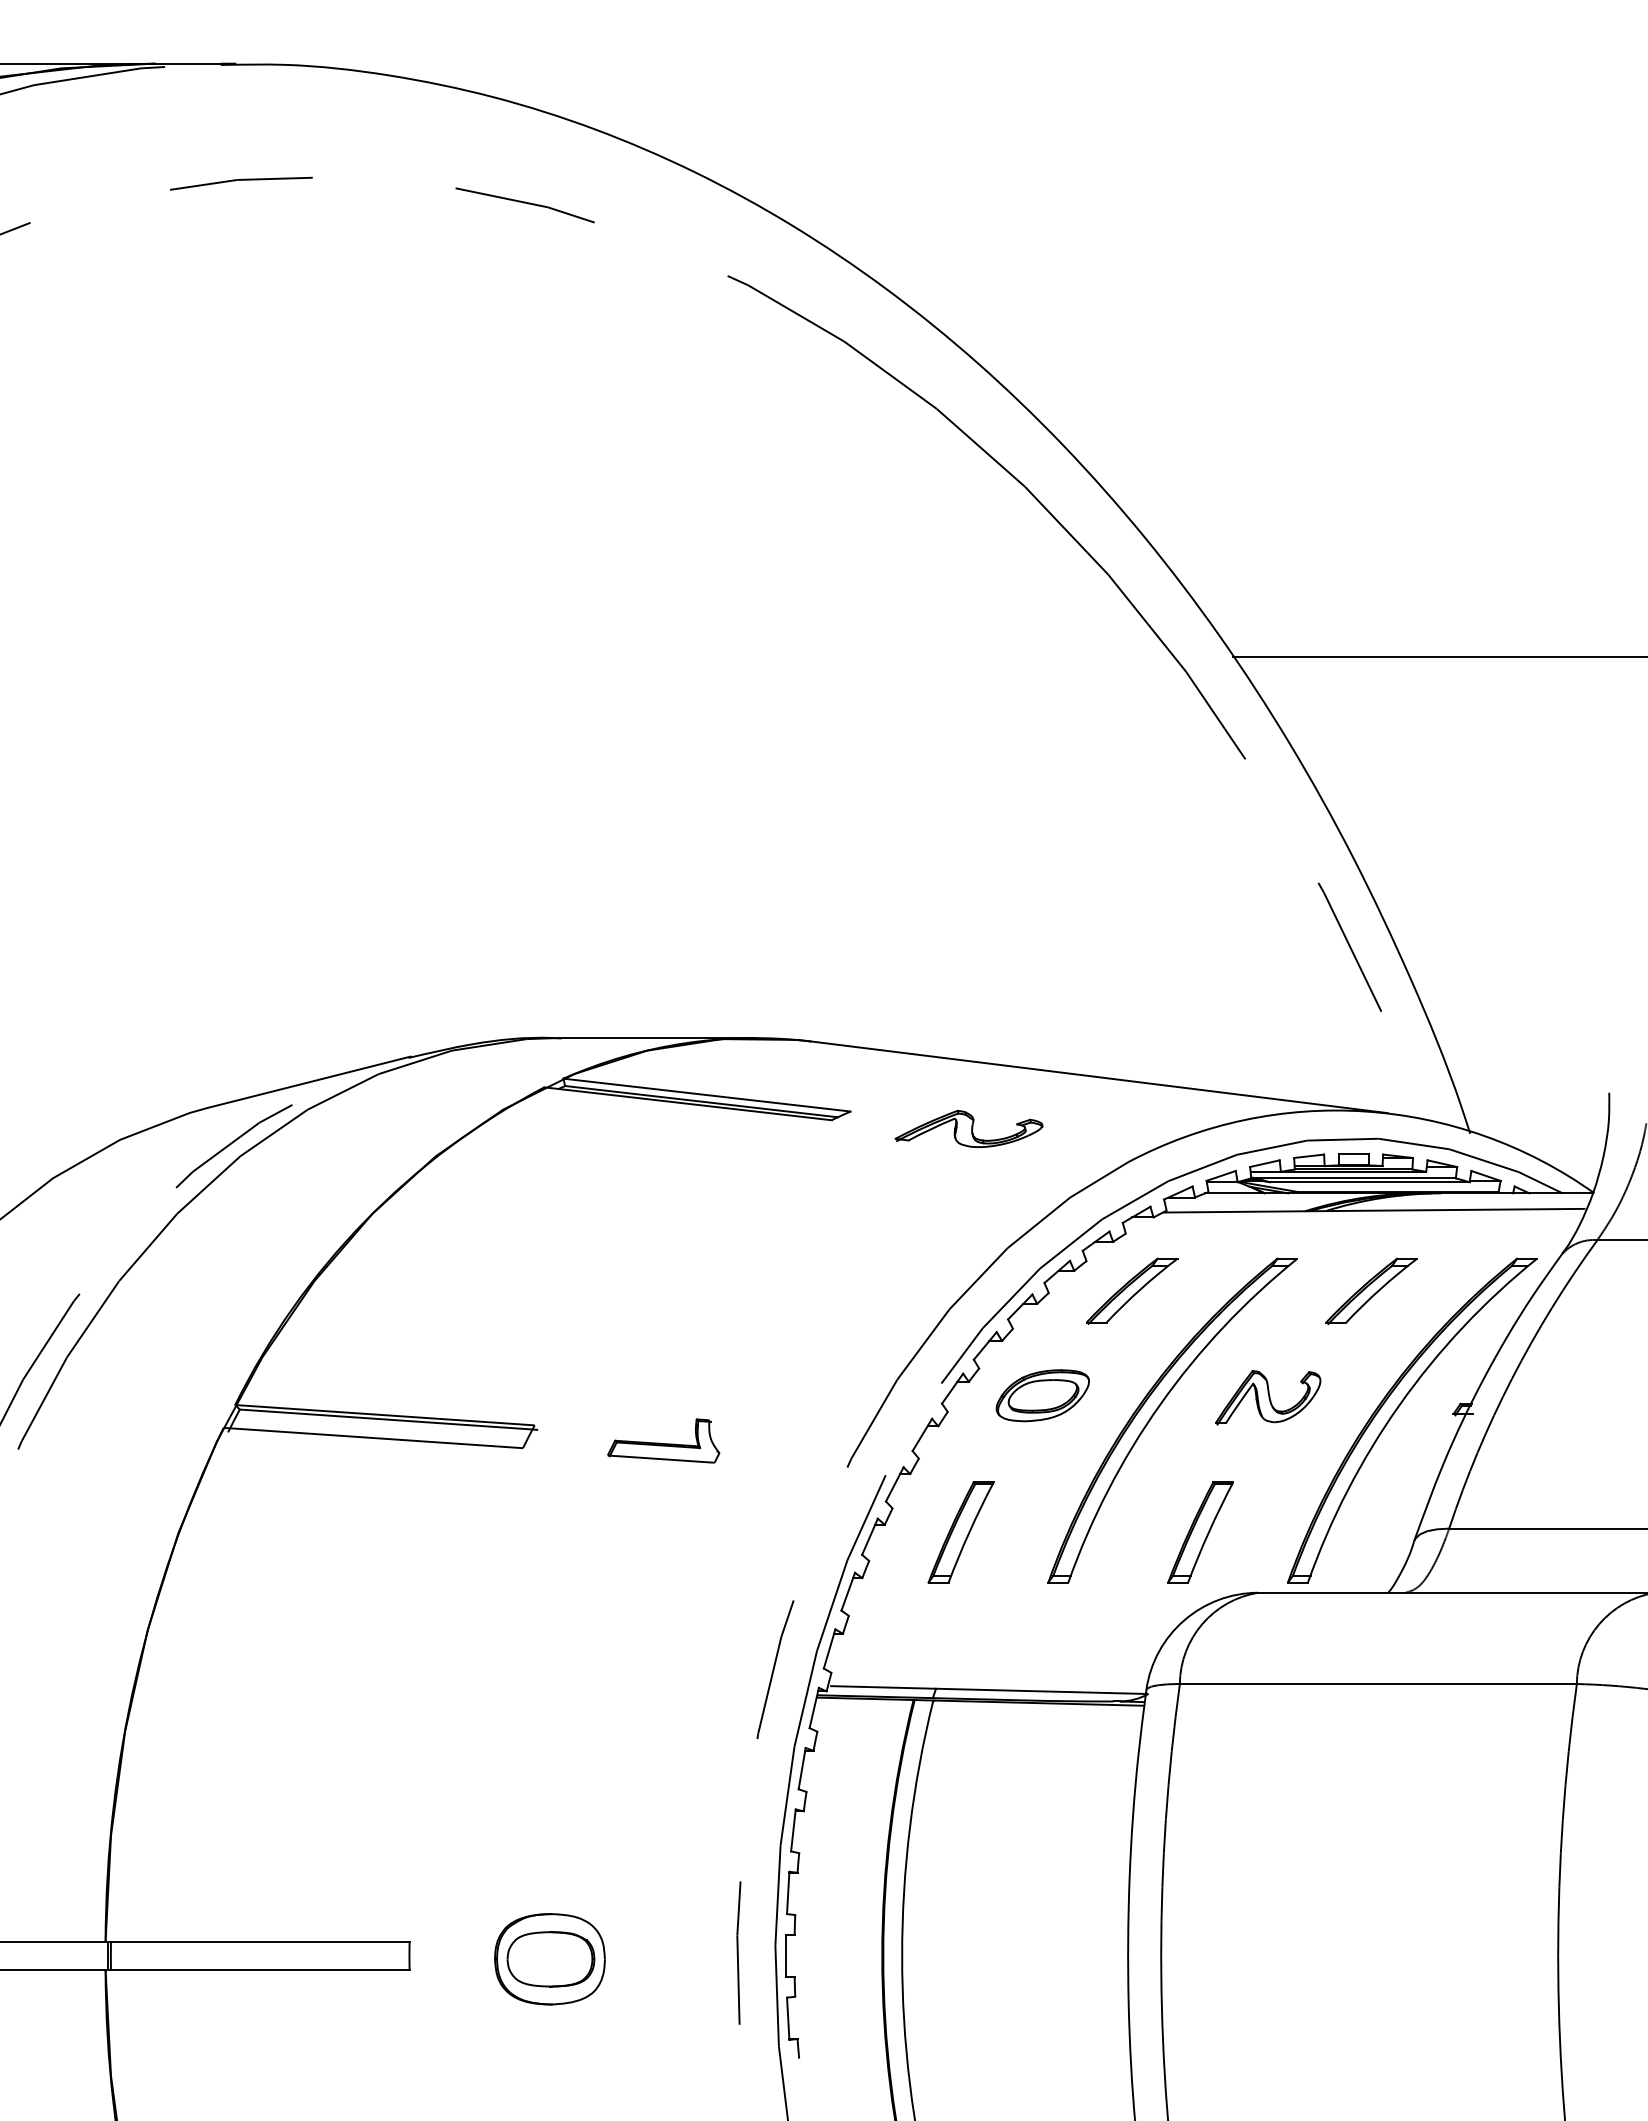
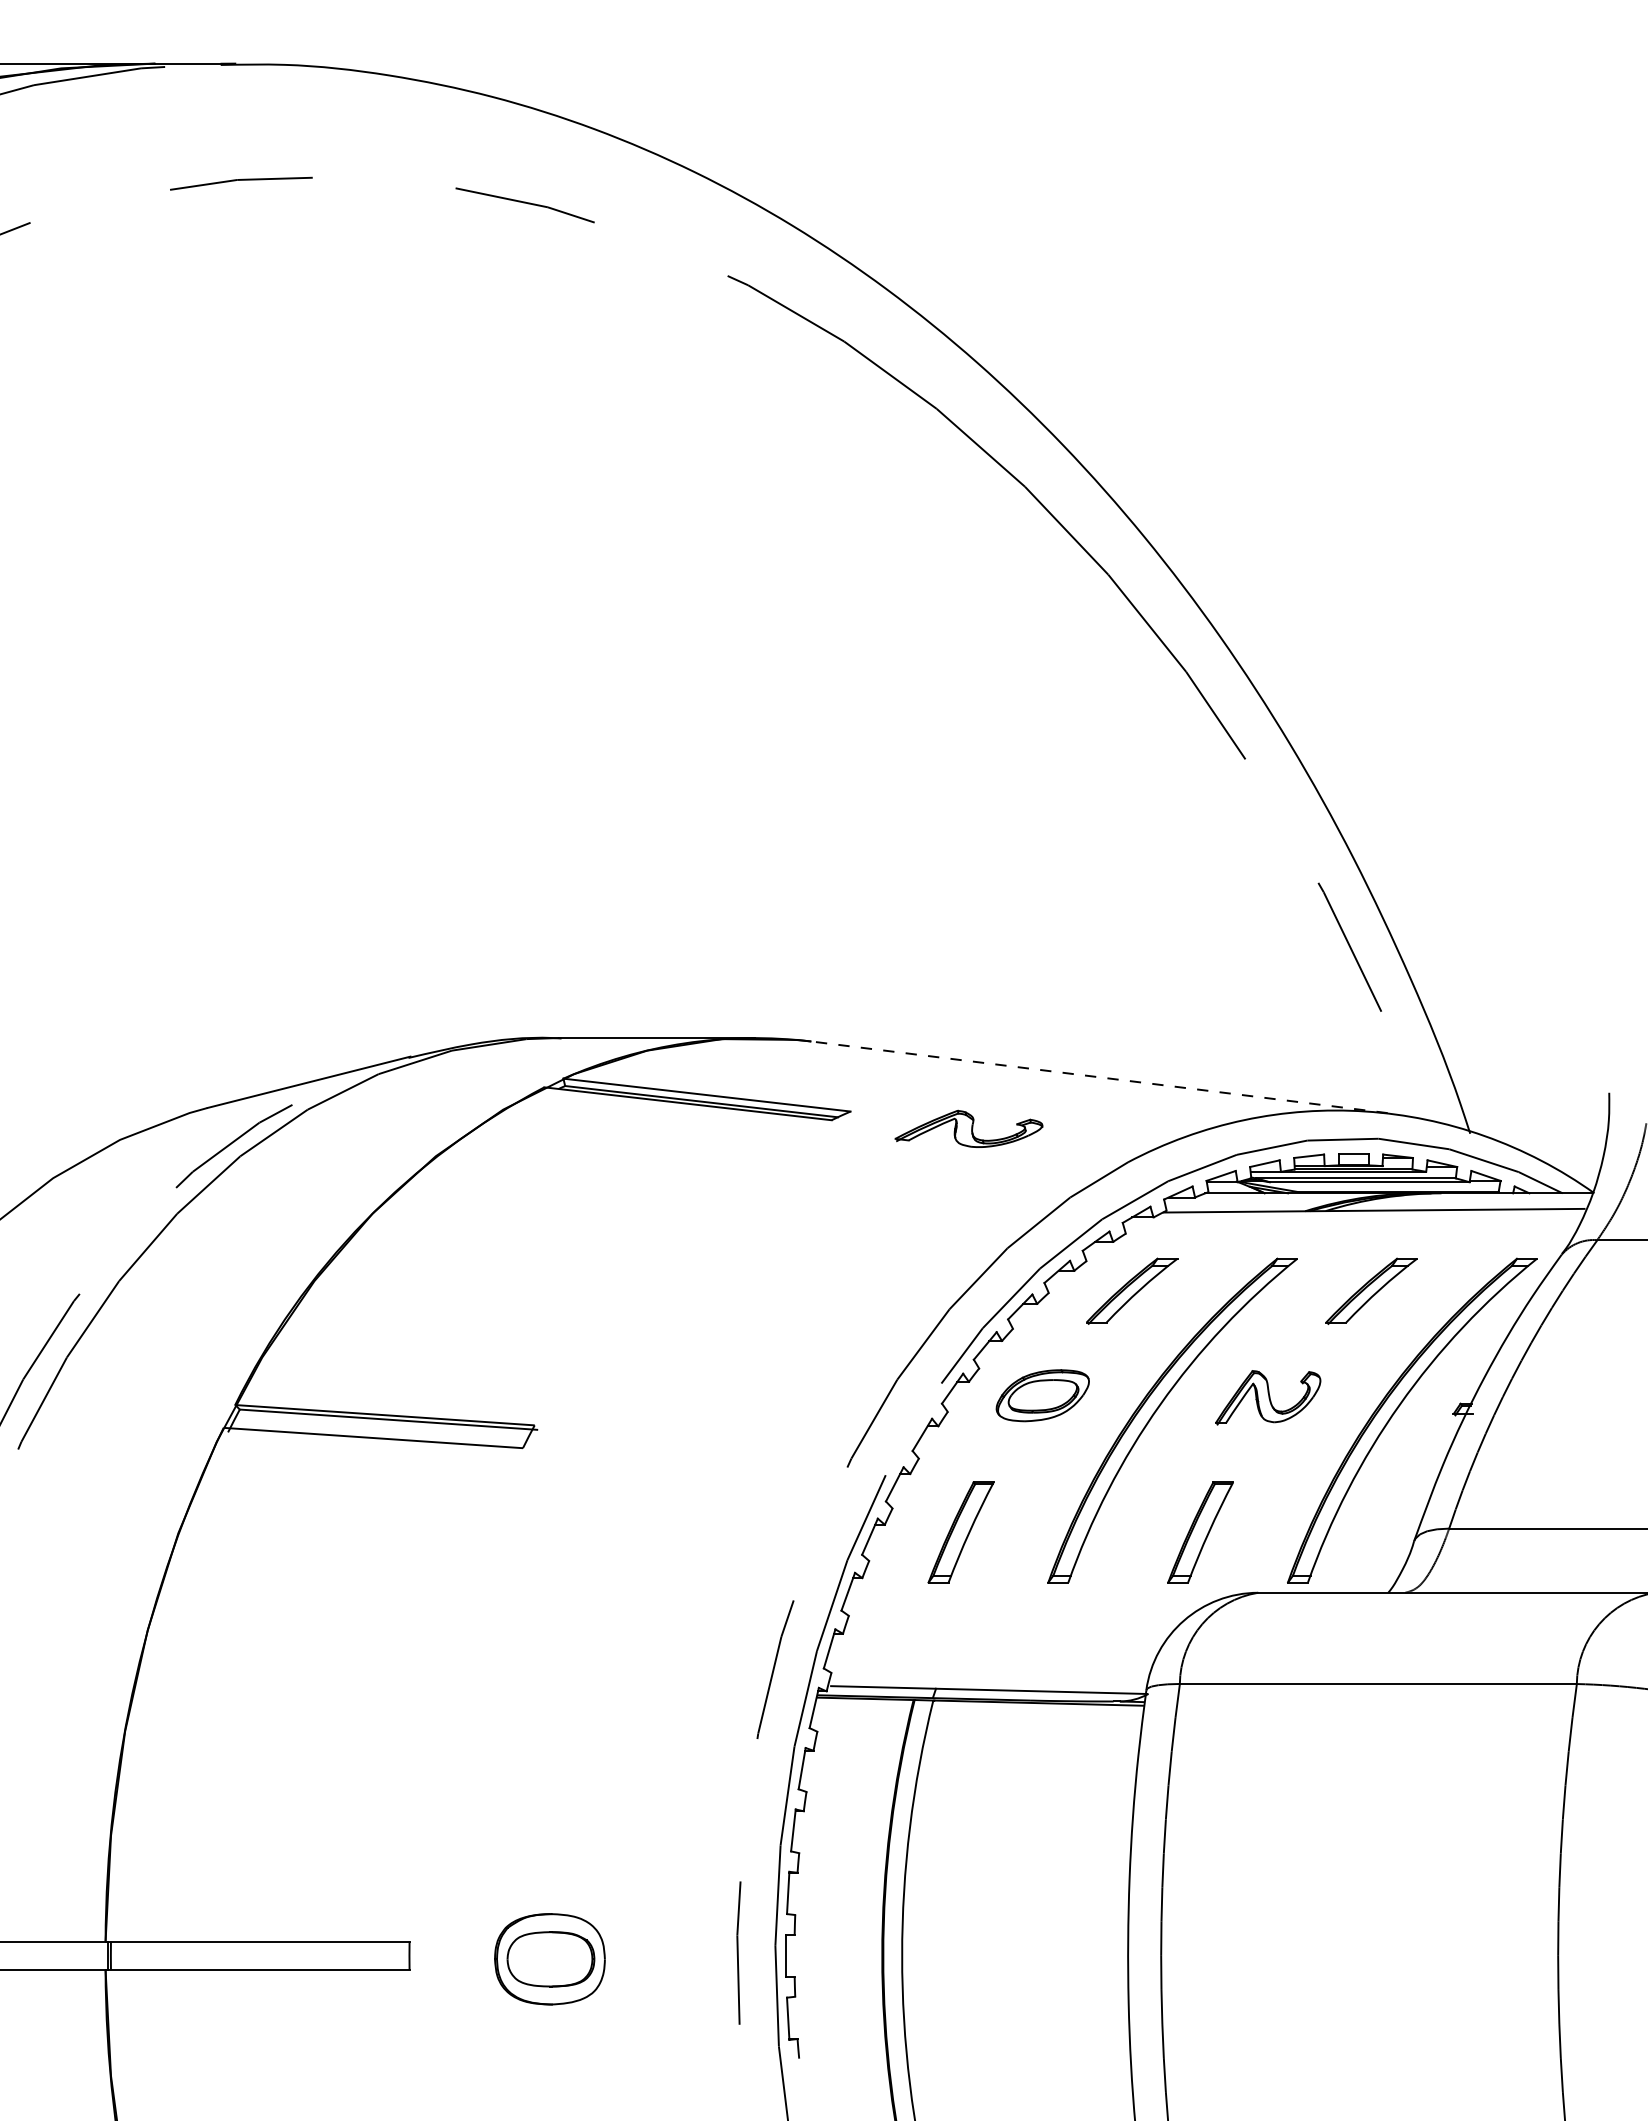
line at (1438, 656): present -> none
line at (1099, 1077): solid -> dashed
part at (663, 1440): present -> none
